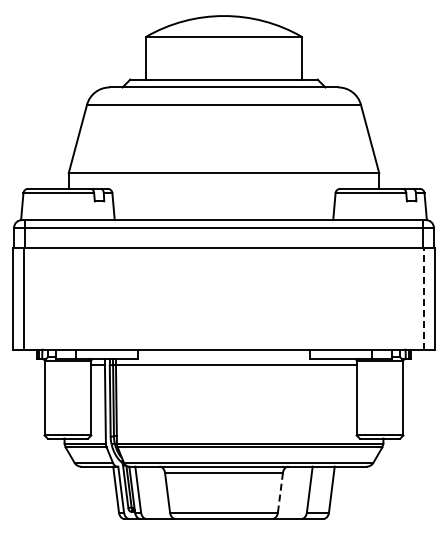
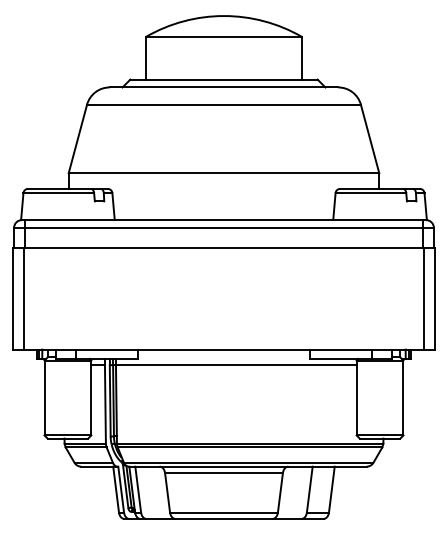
line at (423, 298): dashed -> solid
line at (280, 492): dashed -> solid
